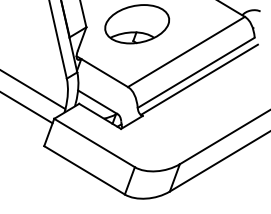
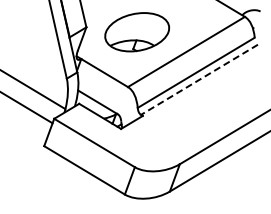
part at (136, 24) position: (136, 24) -> (136, 32)
line at (199, 80): solid -> dashed
